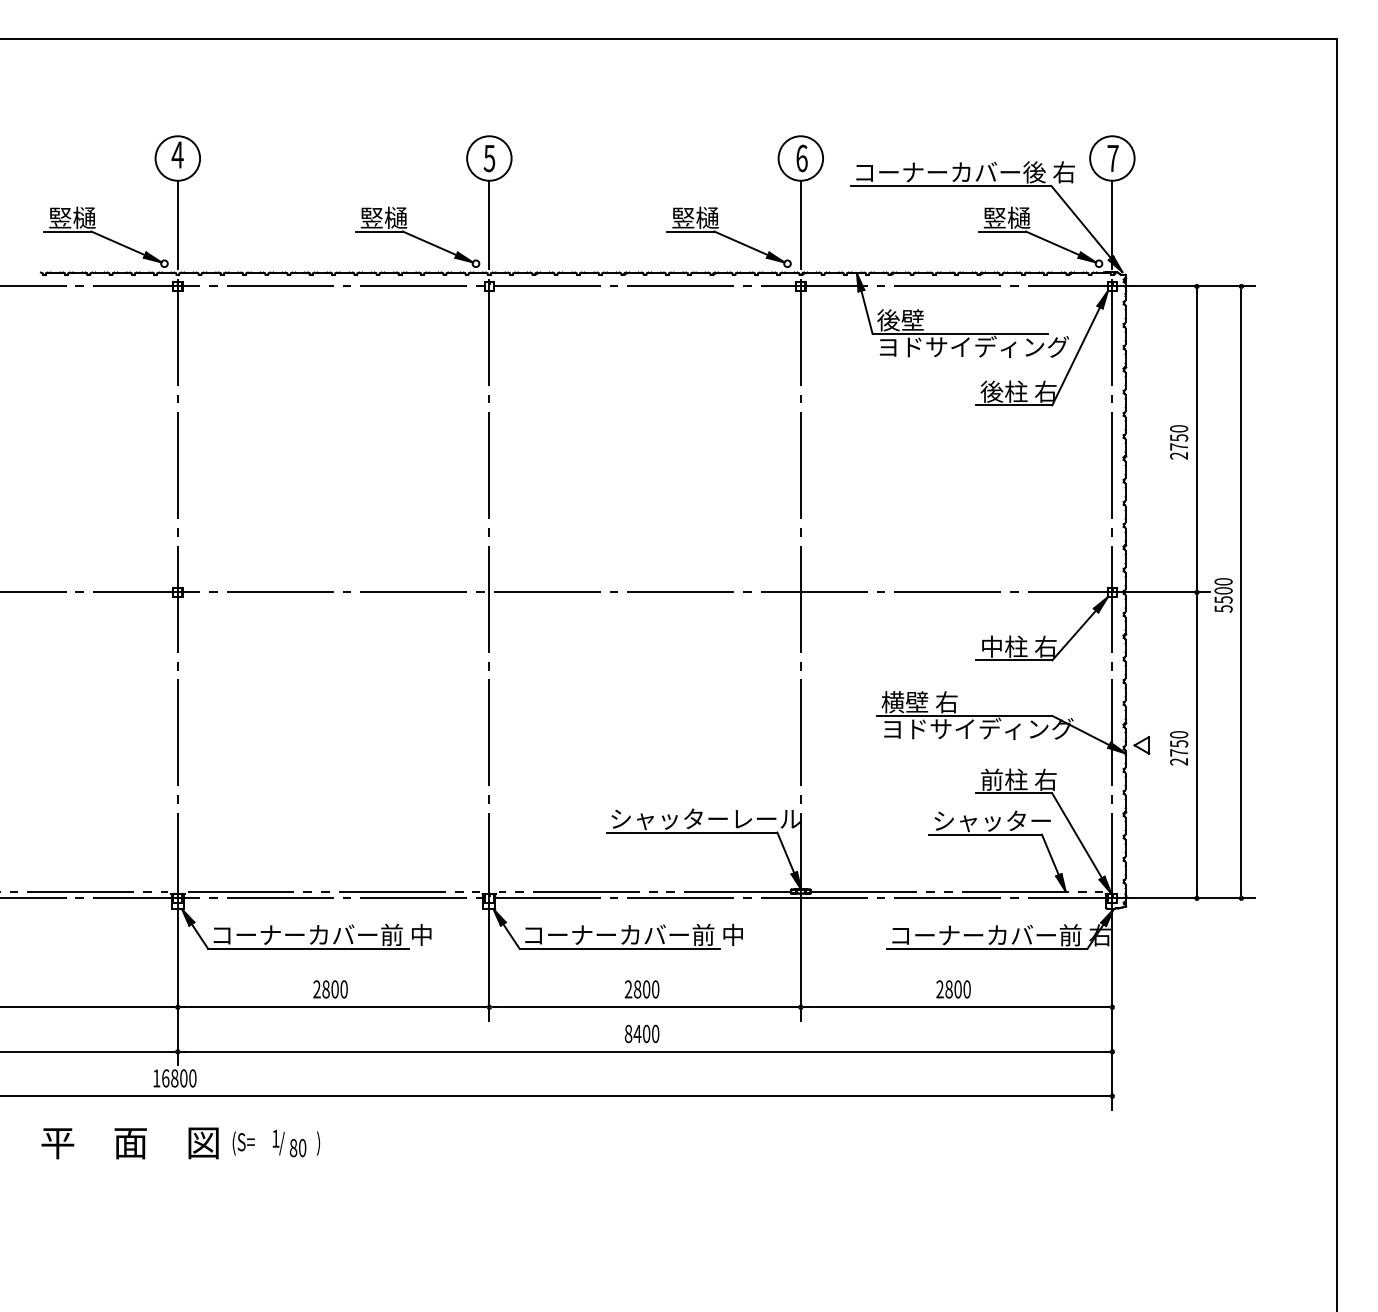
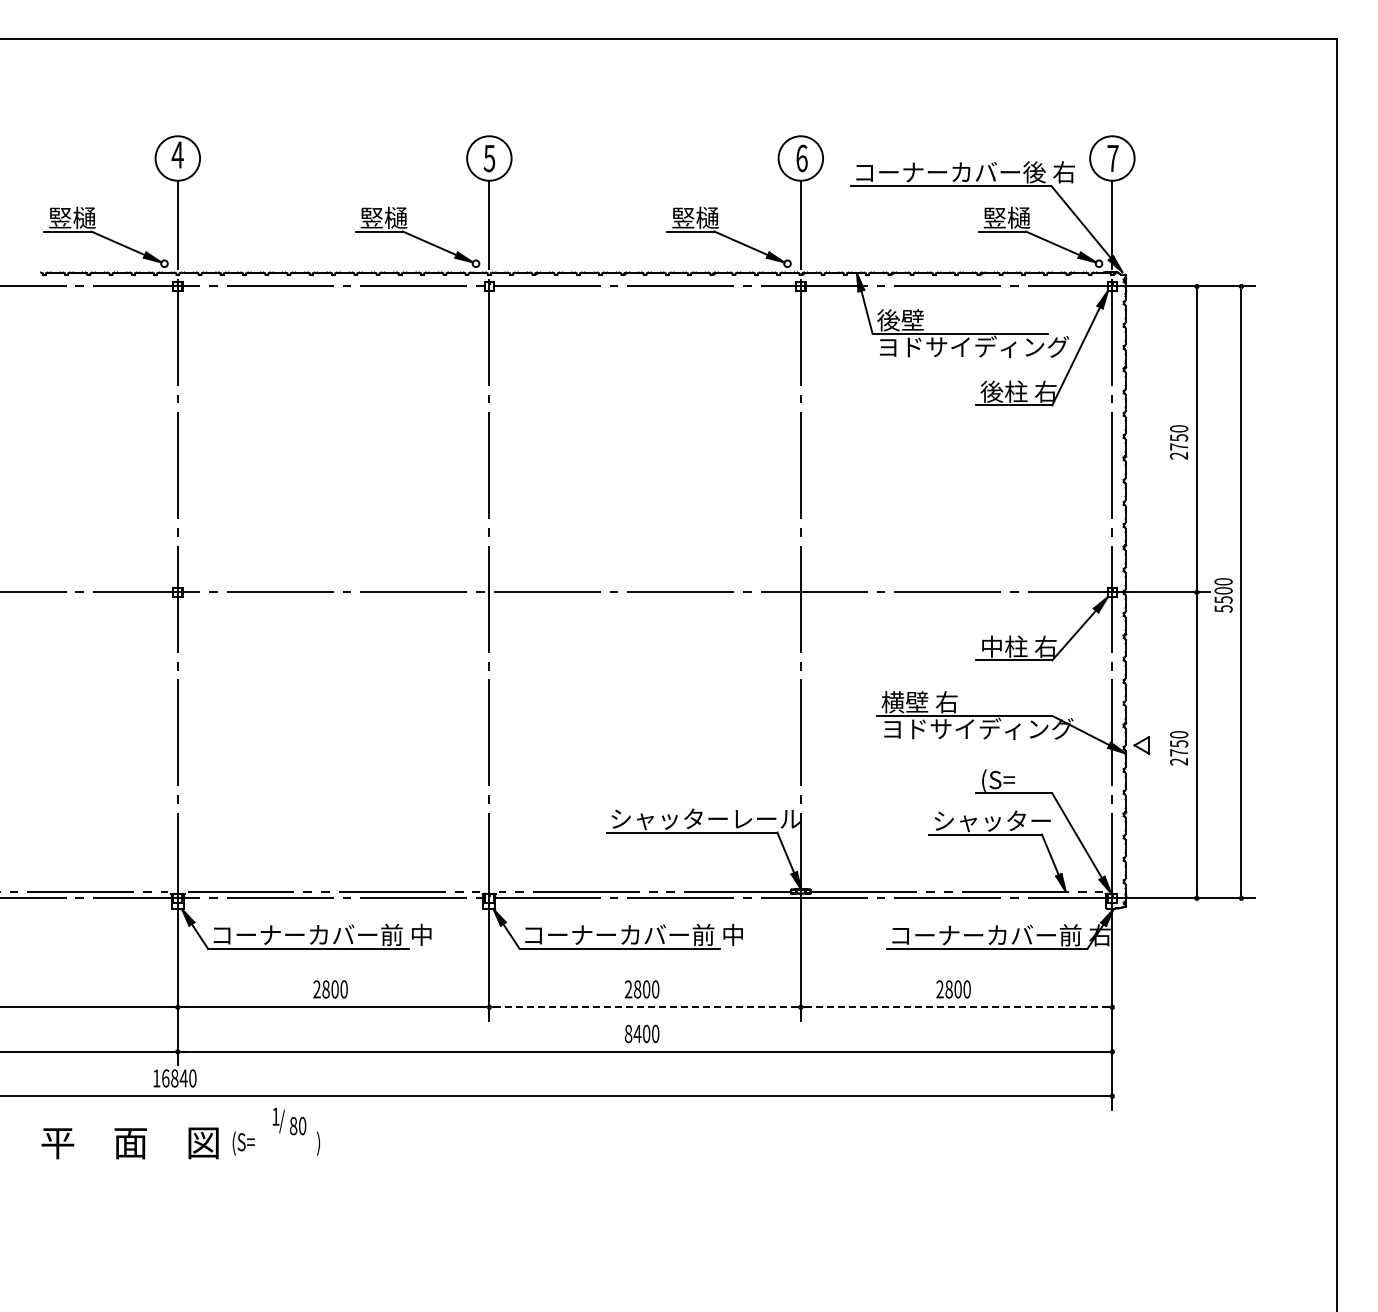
text at (1018, 779): 前柱 右 -> (S=
line at (645, 1007): solid -> dashed
line at (957, 1007): solid -> dashed
text at (183, 1078): 16800 -> 16840
text at (289, 1143) position: (289, 1143) -> (289, 1121)
